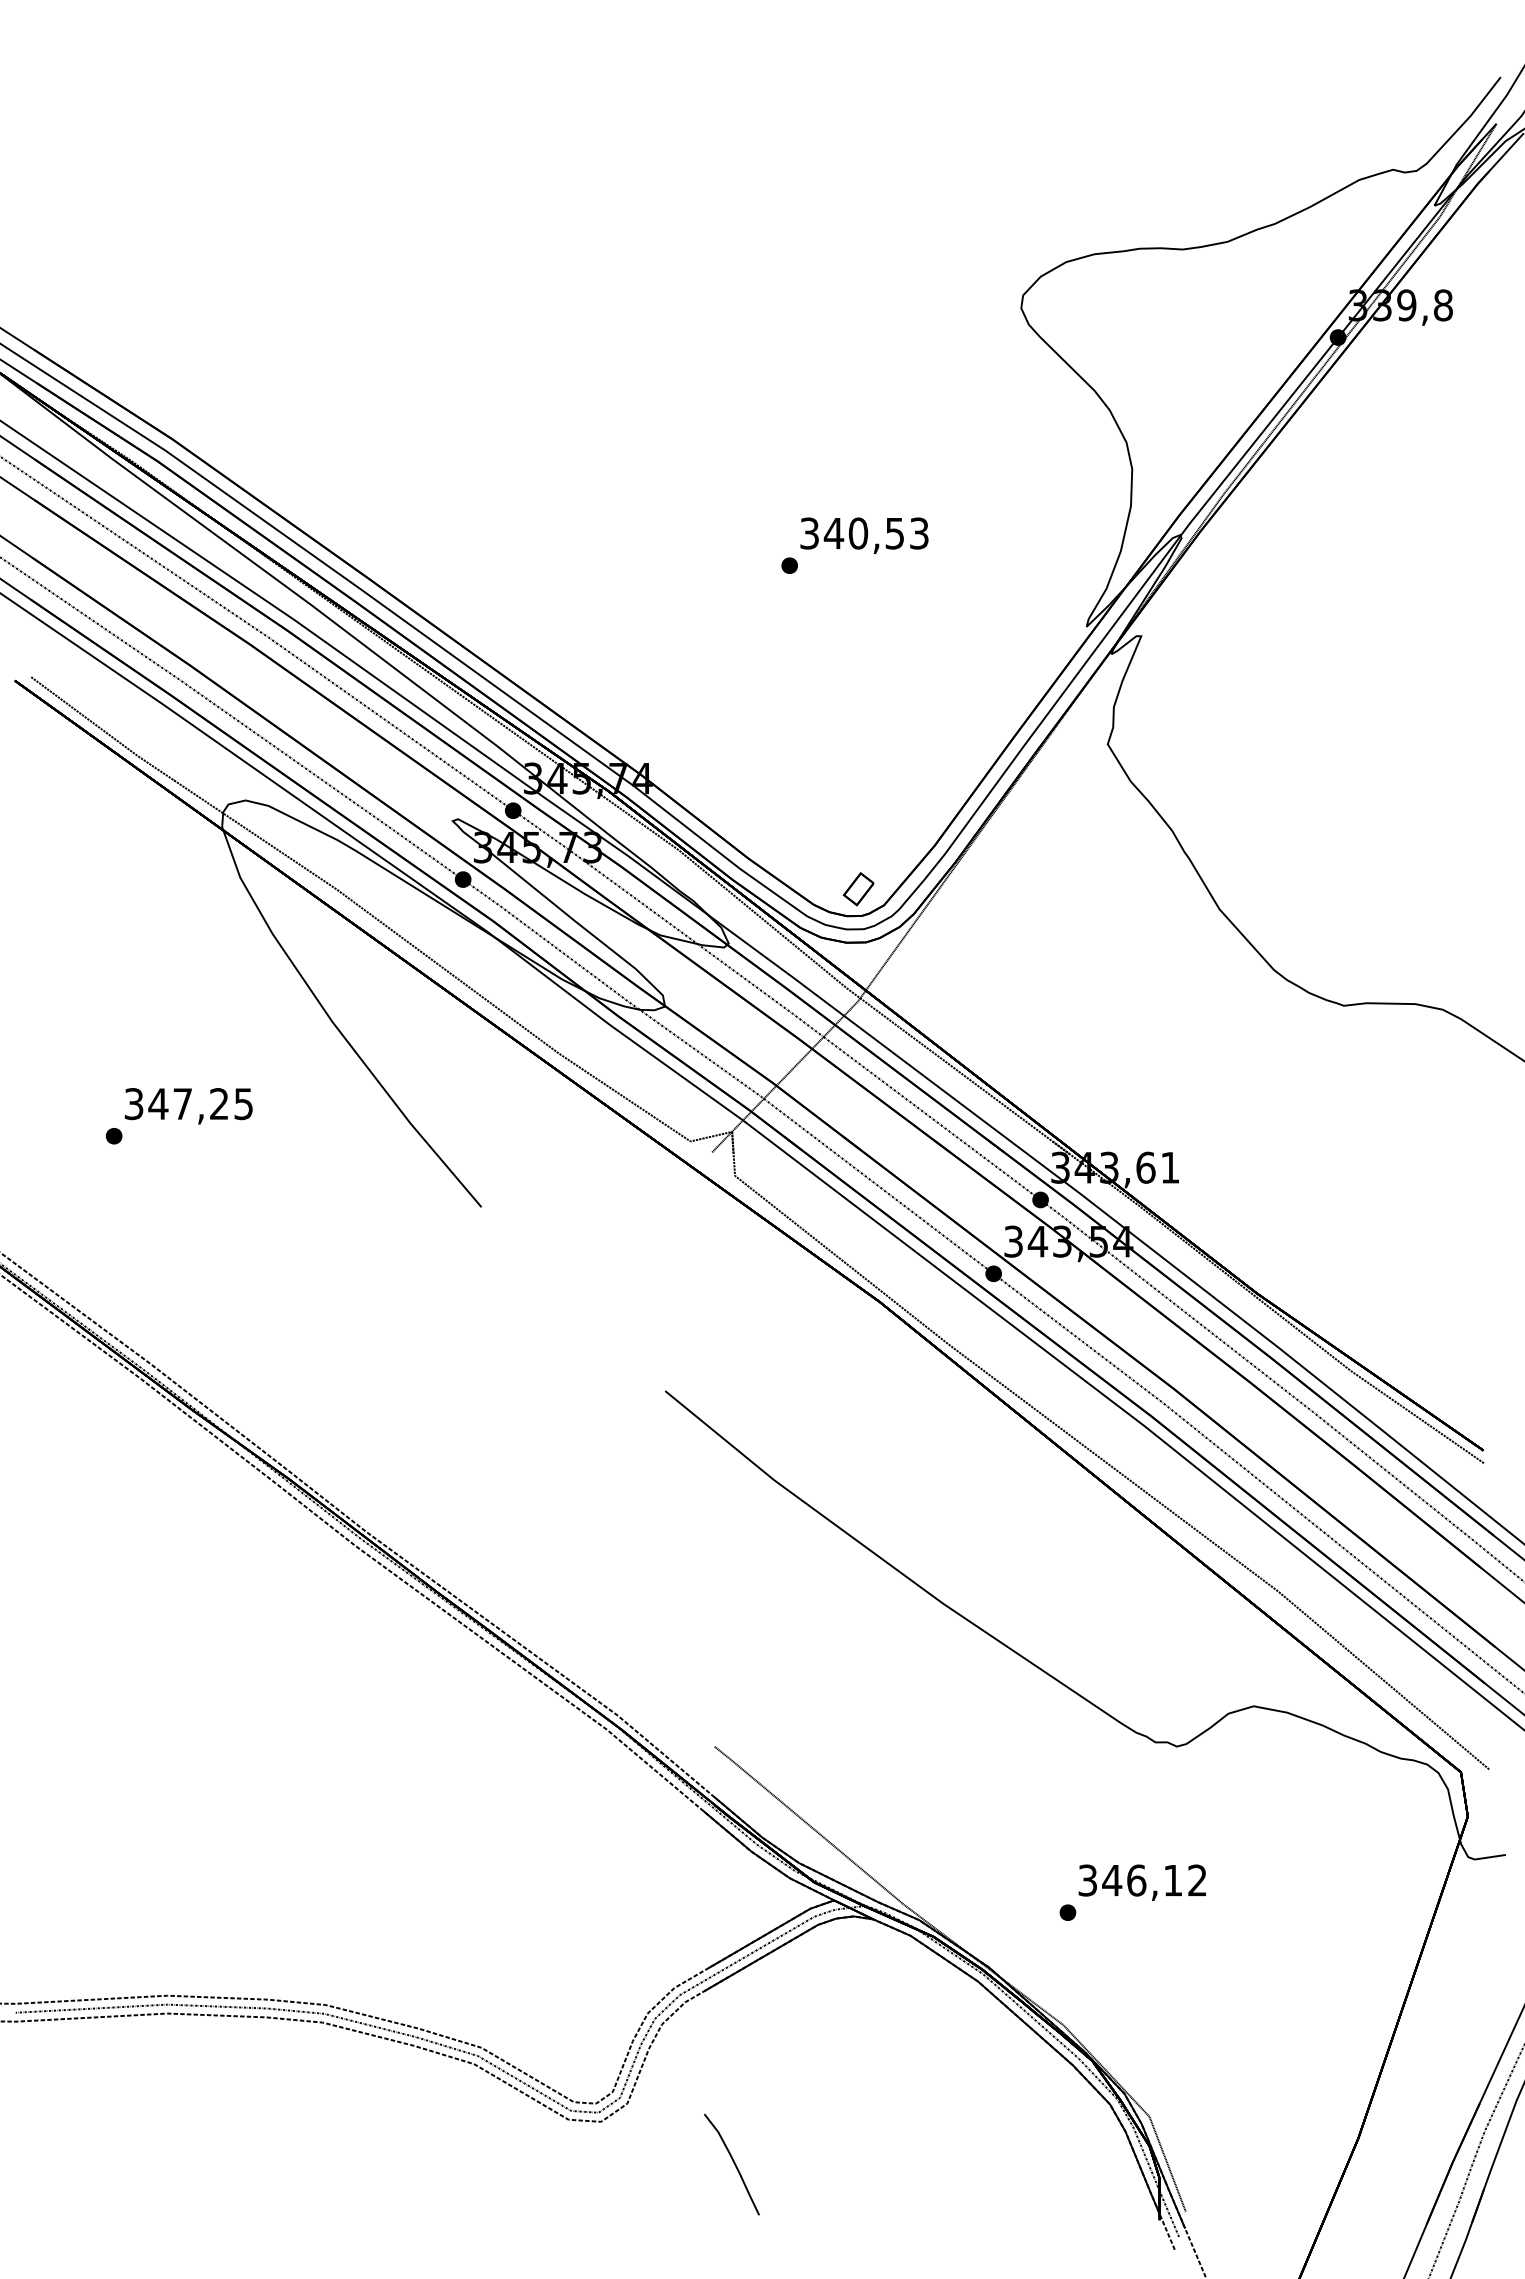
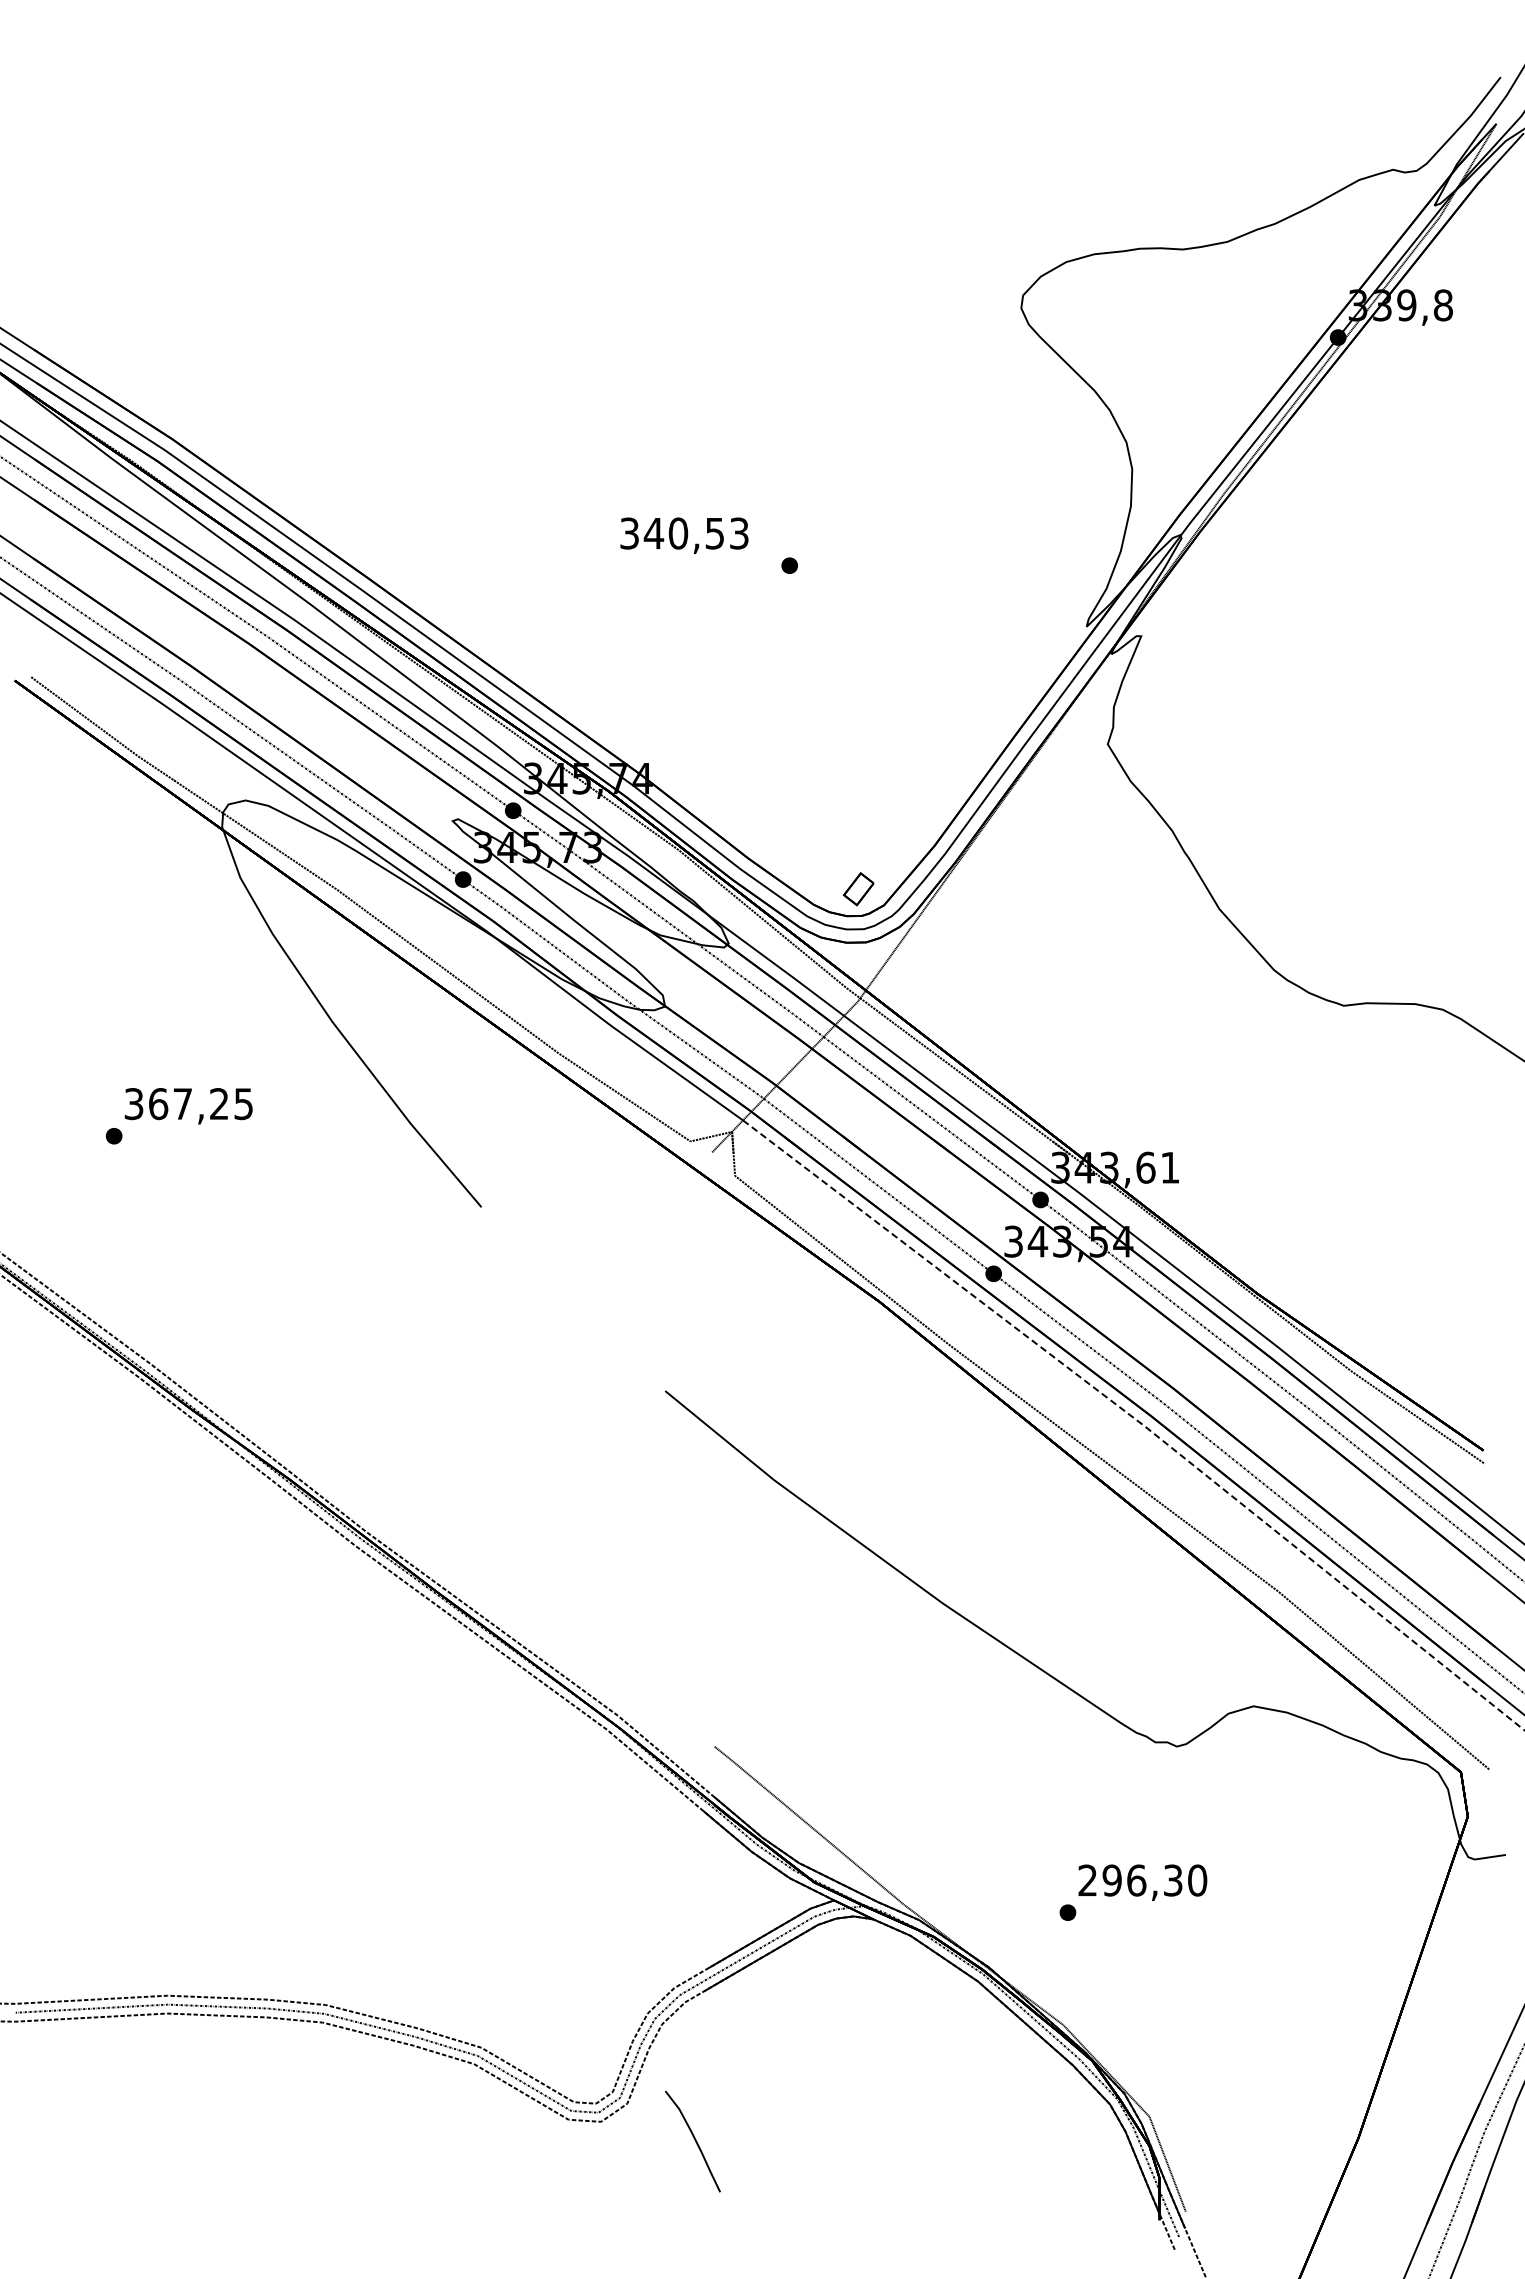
text at (864, 535) position: (864, 535) -> (684, 535)
text at (158, 1104): 347,25 -> 367,25
line at (1138, 1421): solid -> dashed
text at (1142, 1880): 346,12 -> 296,30
curve at (733, 2163) position: (733, 2163) -> (694, 2140)
